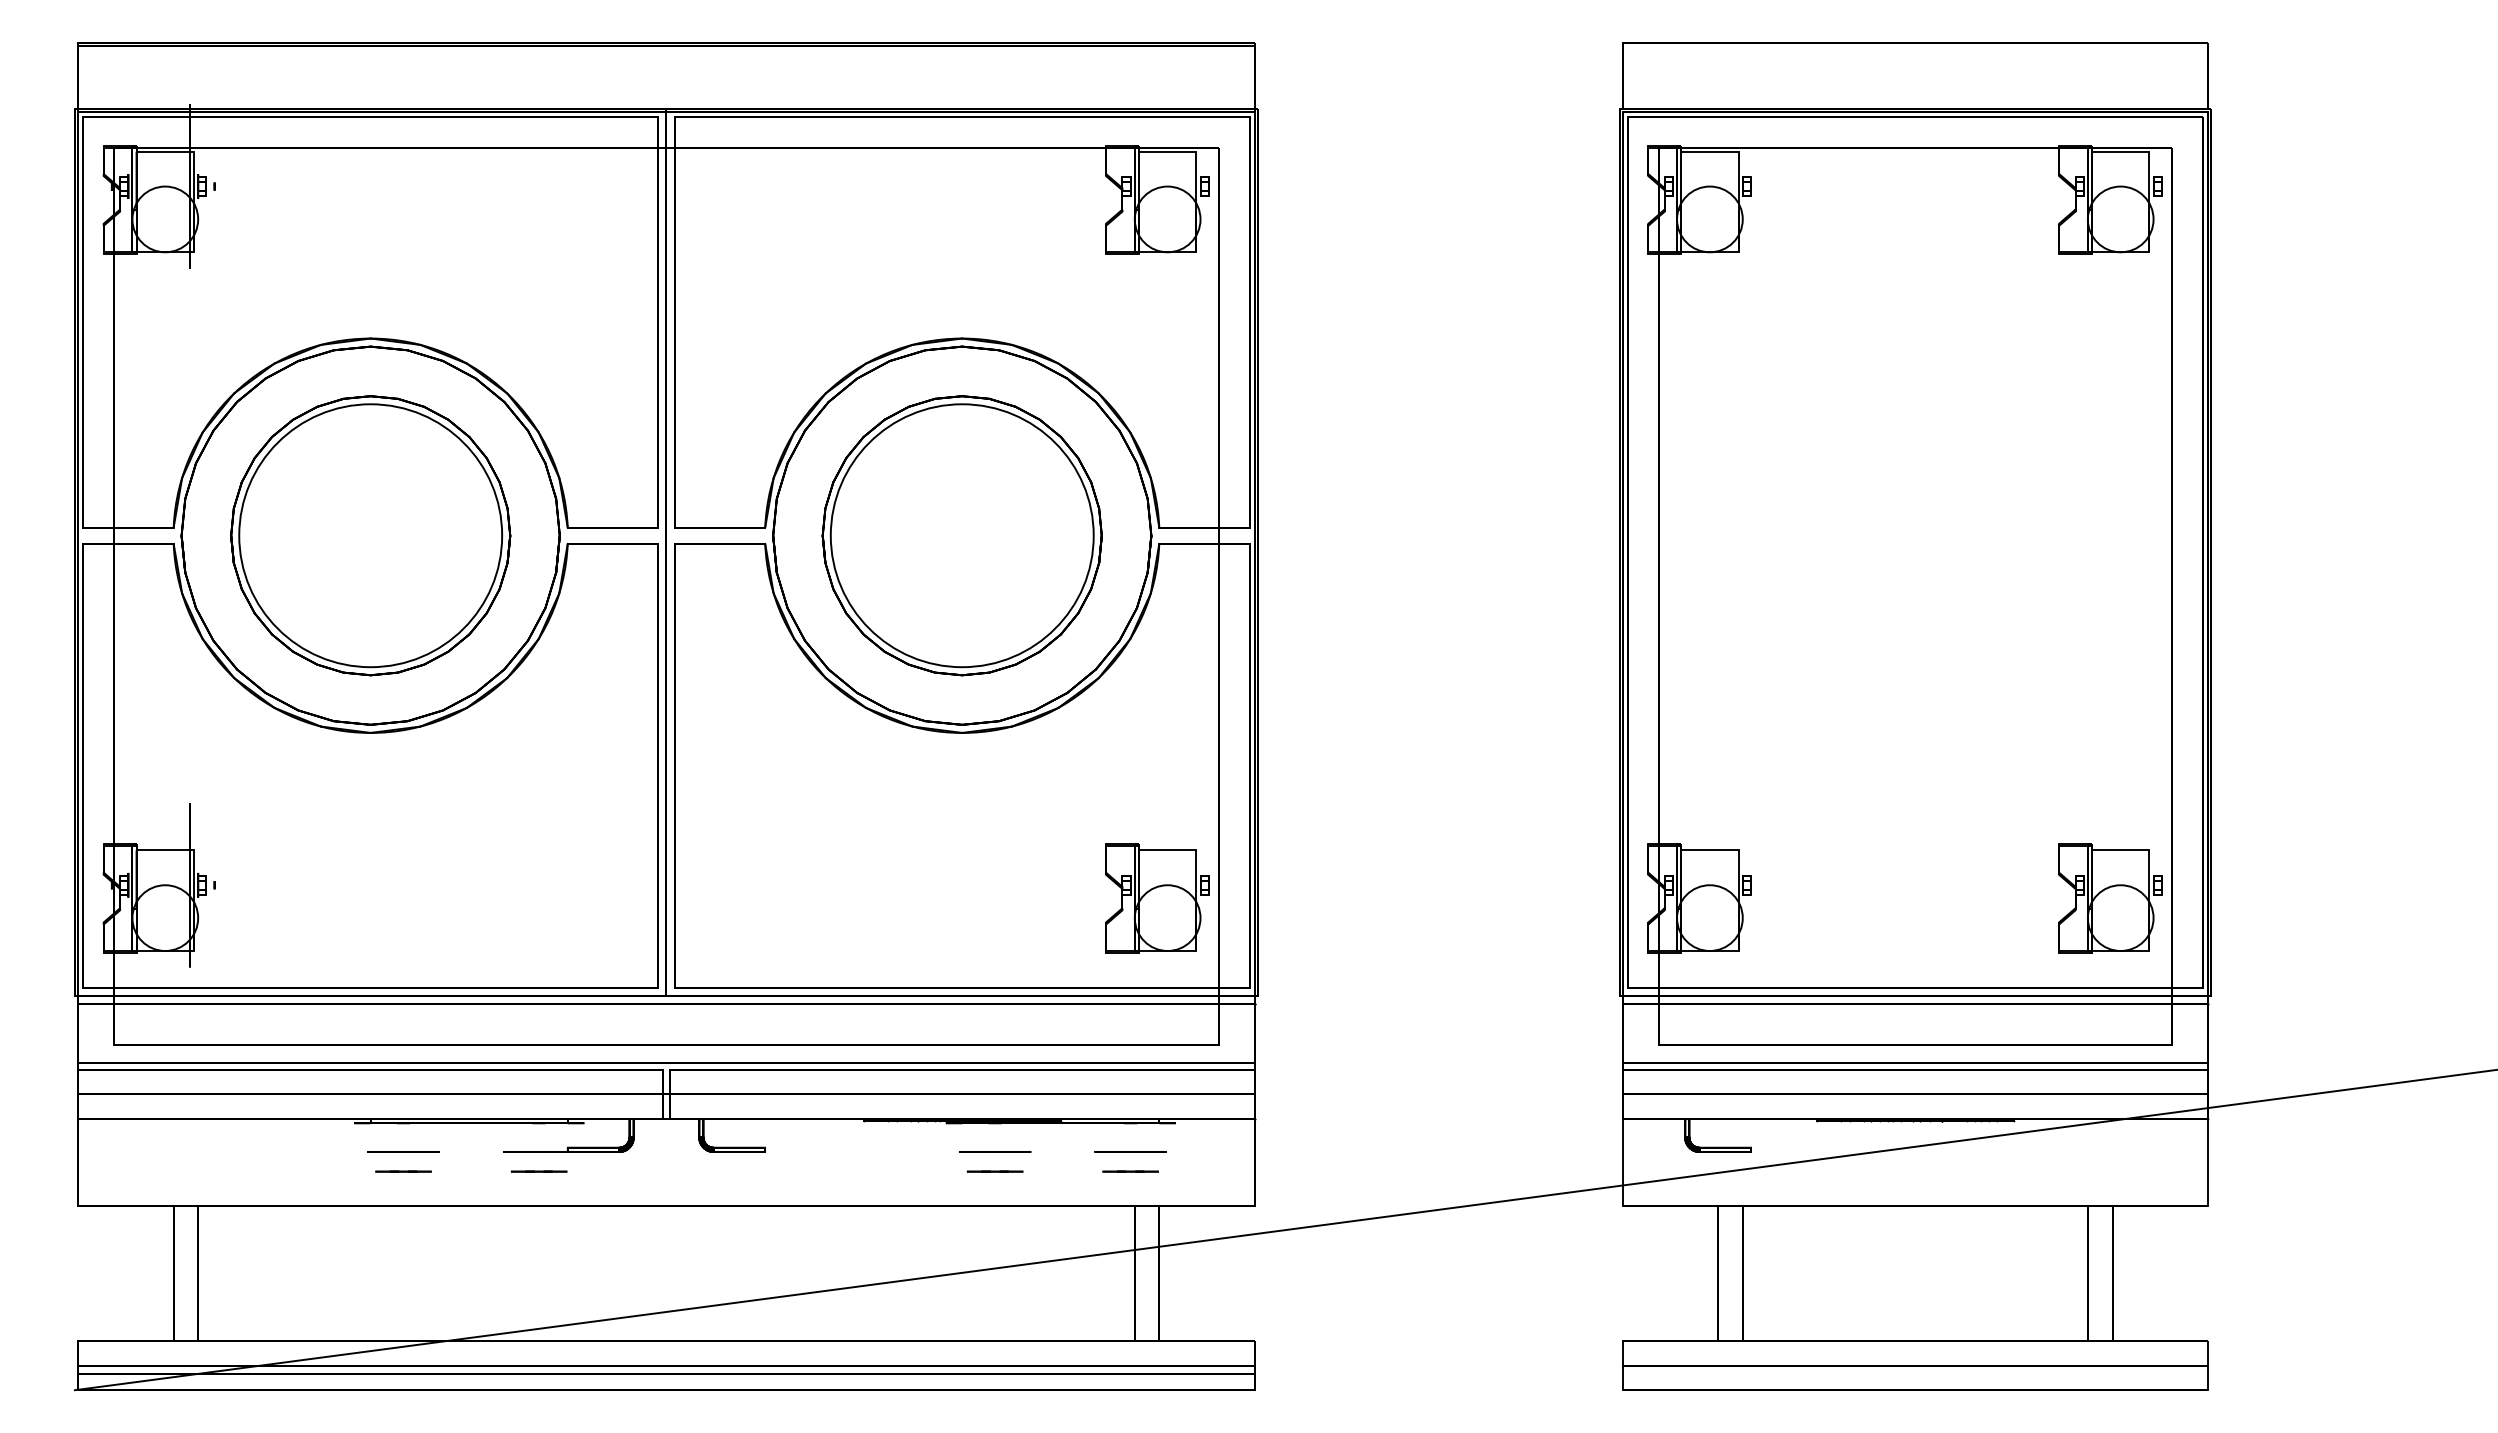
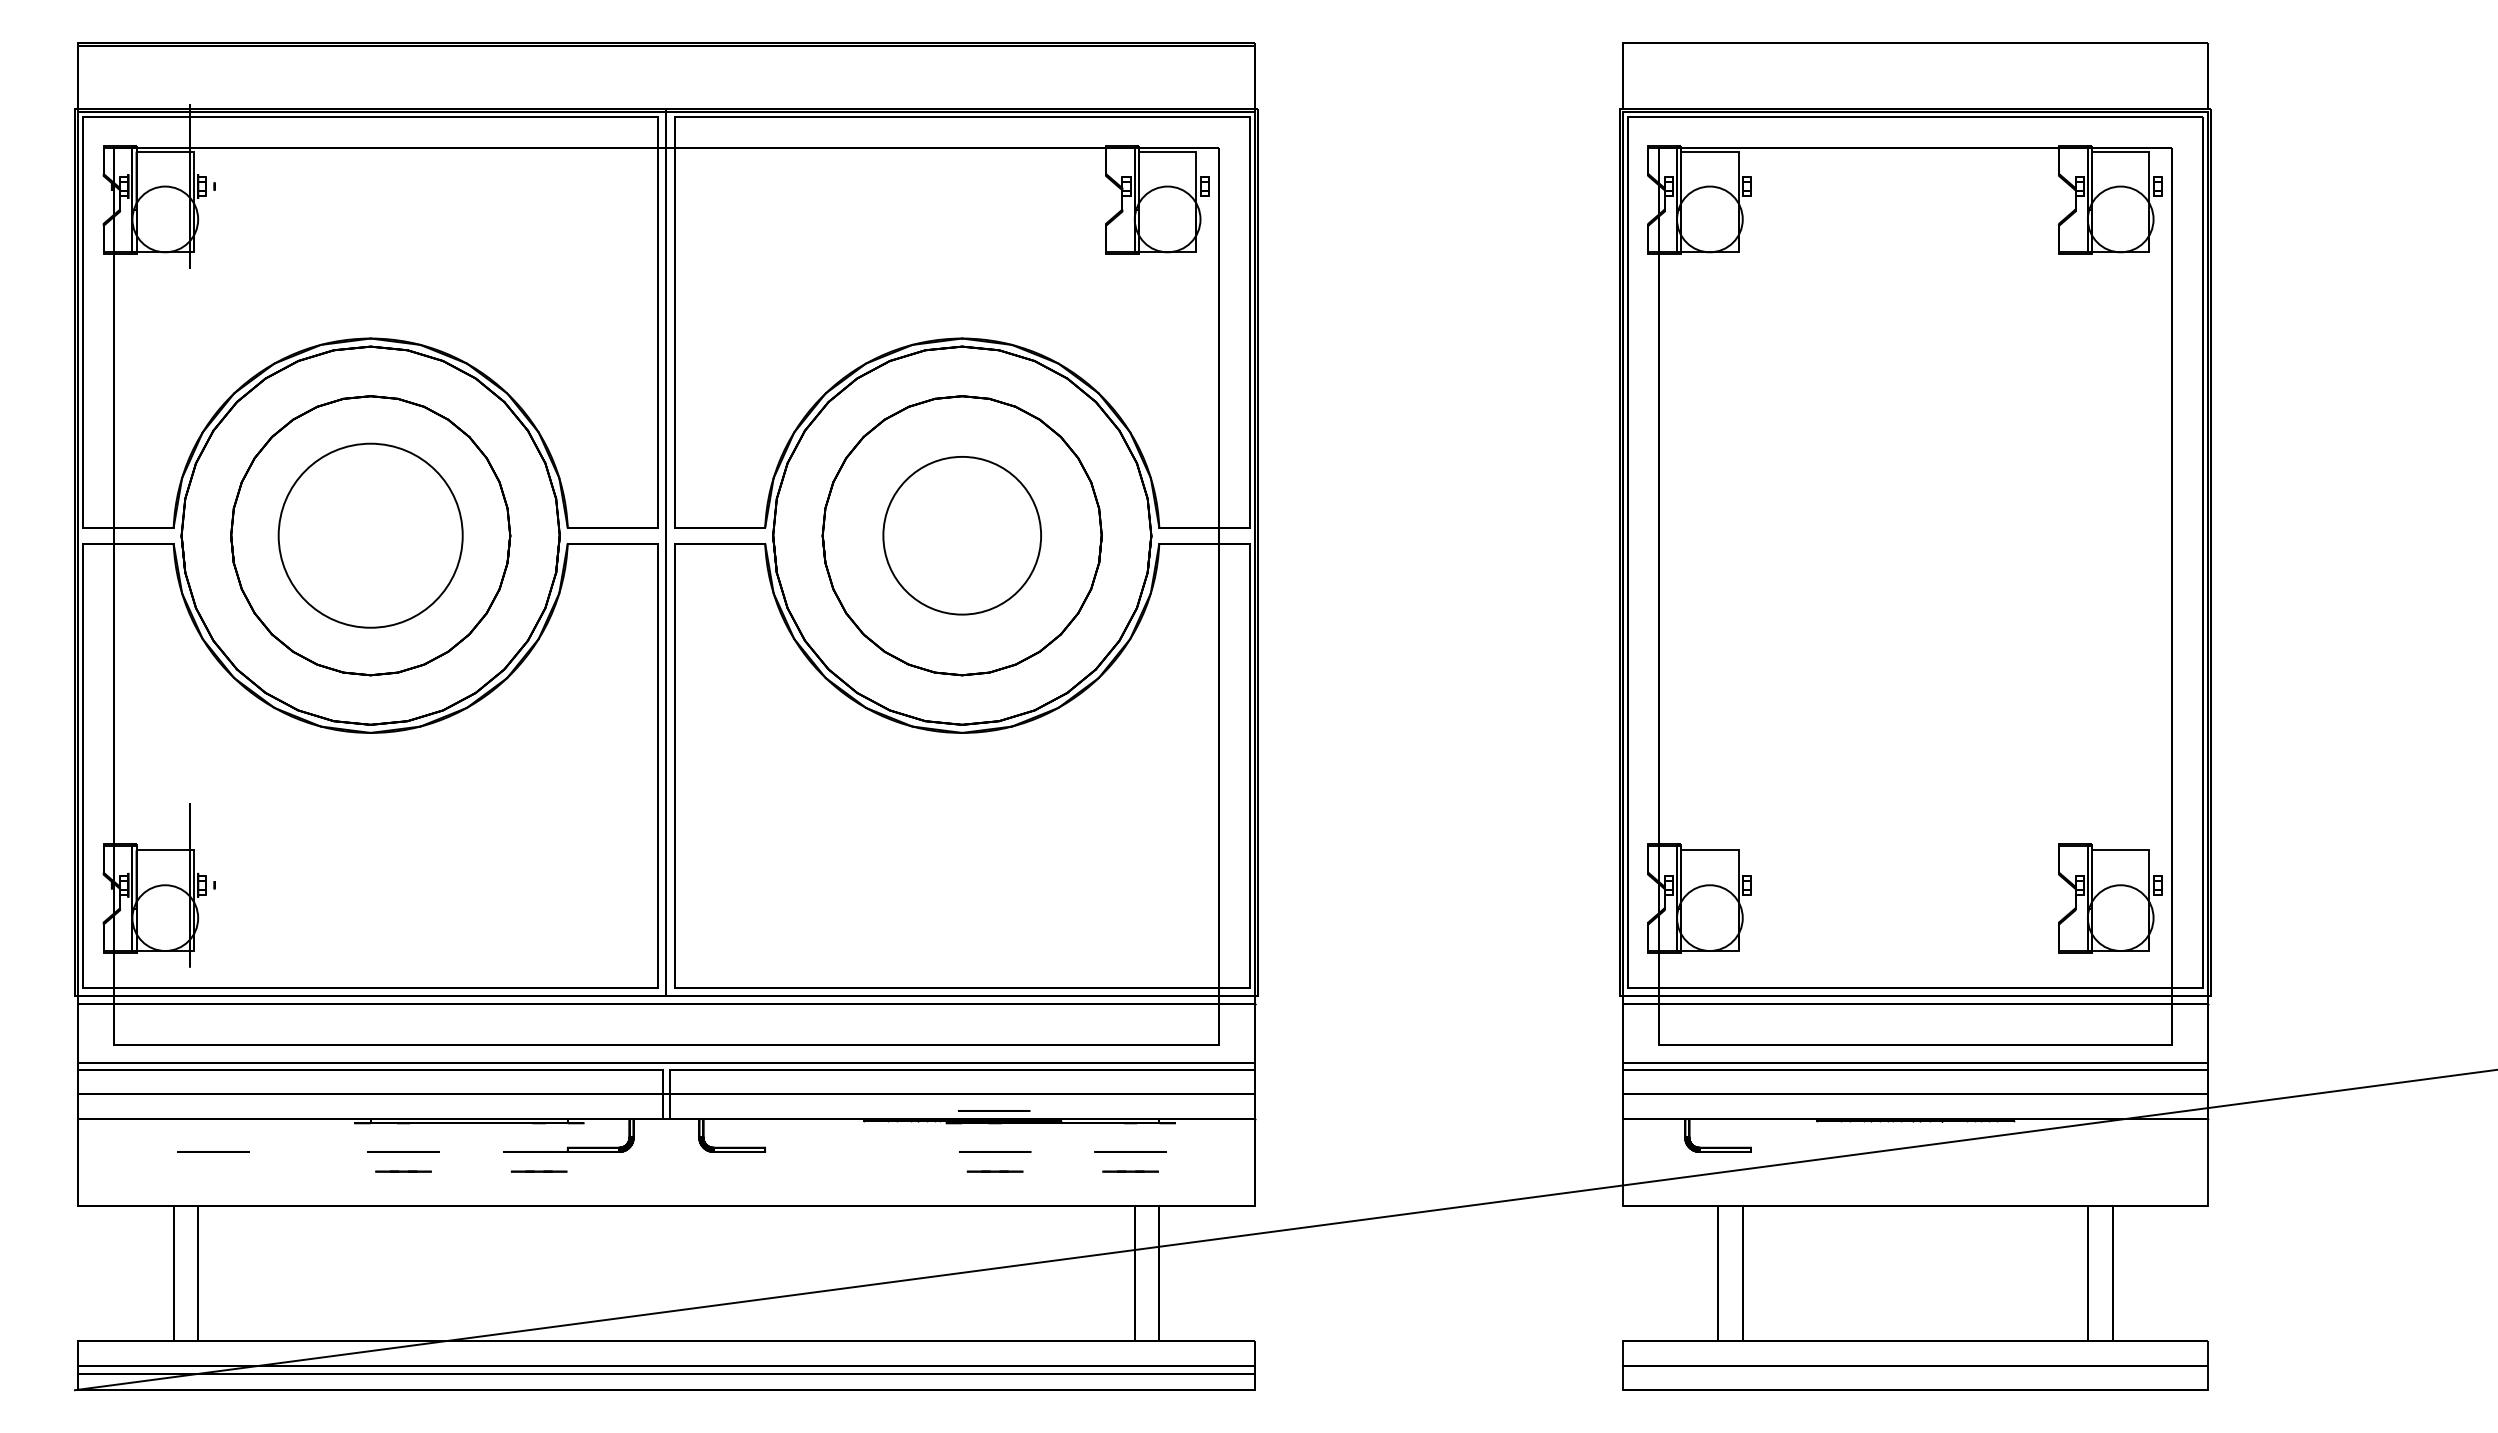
circle at (370, 535) diameter: 263 px -> 184 px
circle at (961, 535) diameter: 263 px -> 158 px
part at (1157, 898): present -> none
circle at (994, 1110): none -> present
circle at (213, 1151): none -> present
